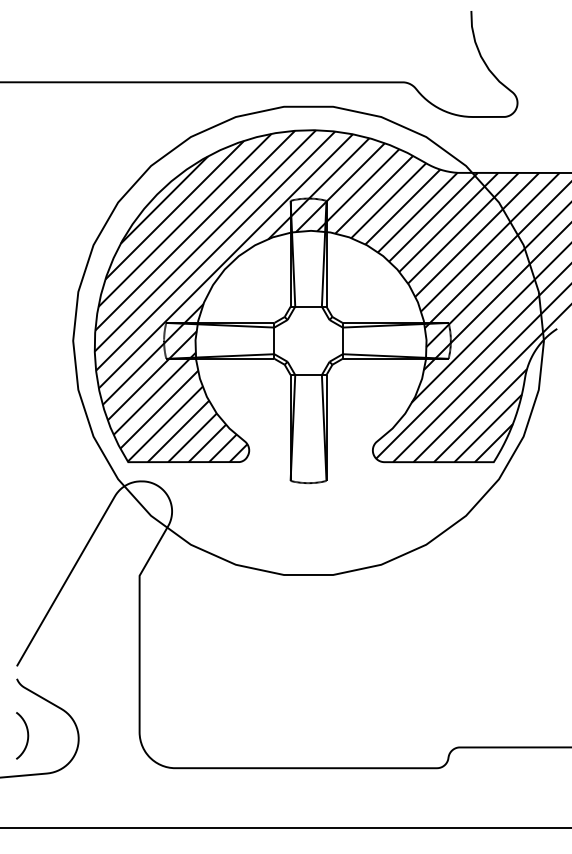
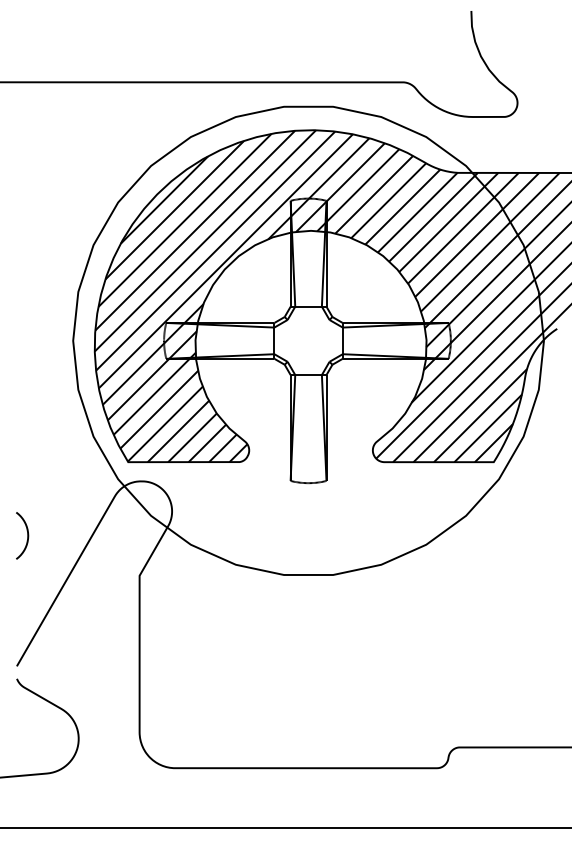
curve at (27, 735) position: (27, 735) -> (27, 535)
